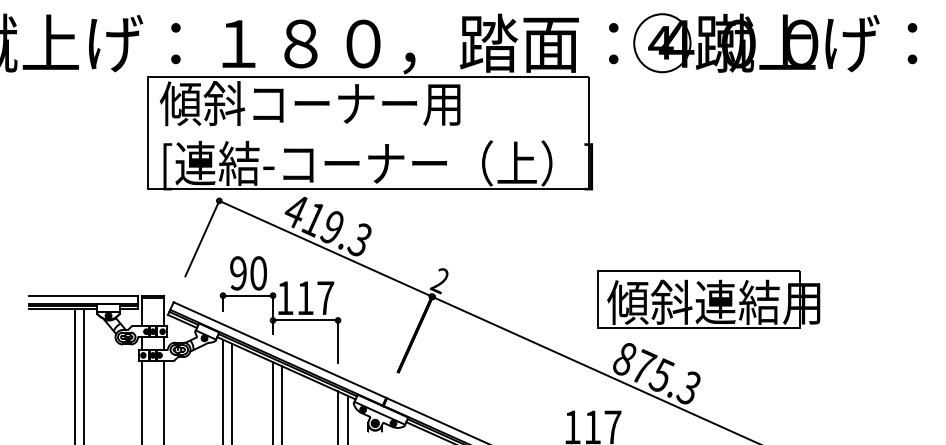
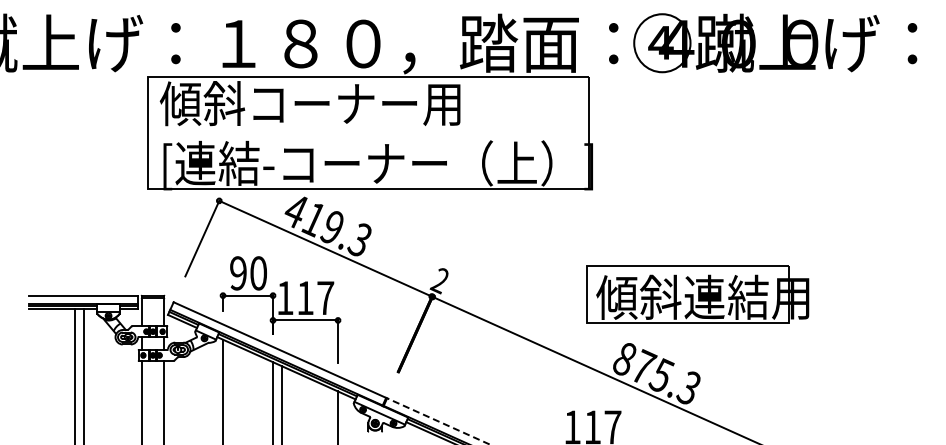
part at (708, 299) position: (708, 299) -> (697, 294)
line at (232, 392): present -> none
line at (347, 418): present -> none
line at (438, 421): solid -> dashed
